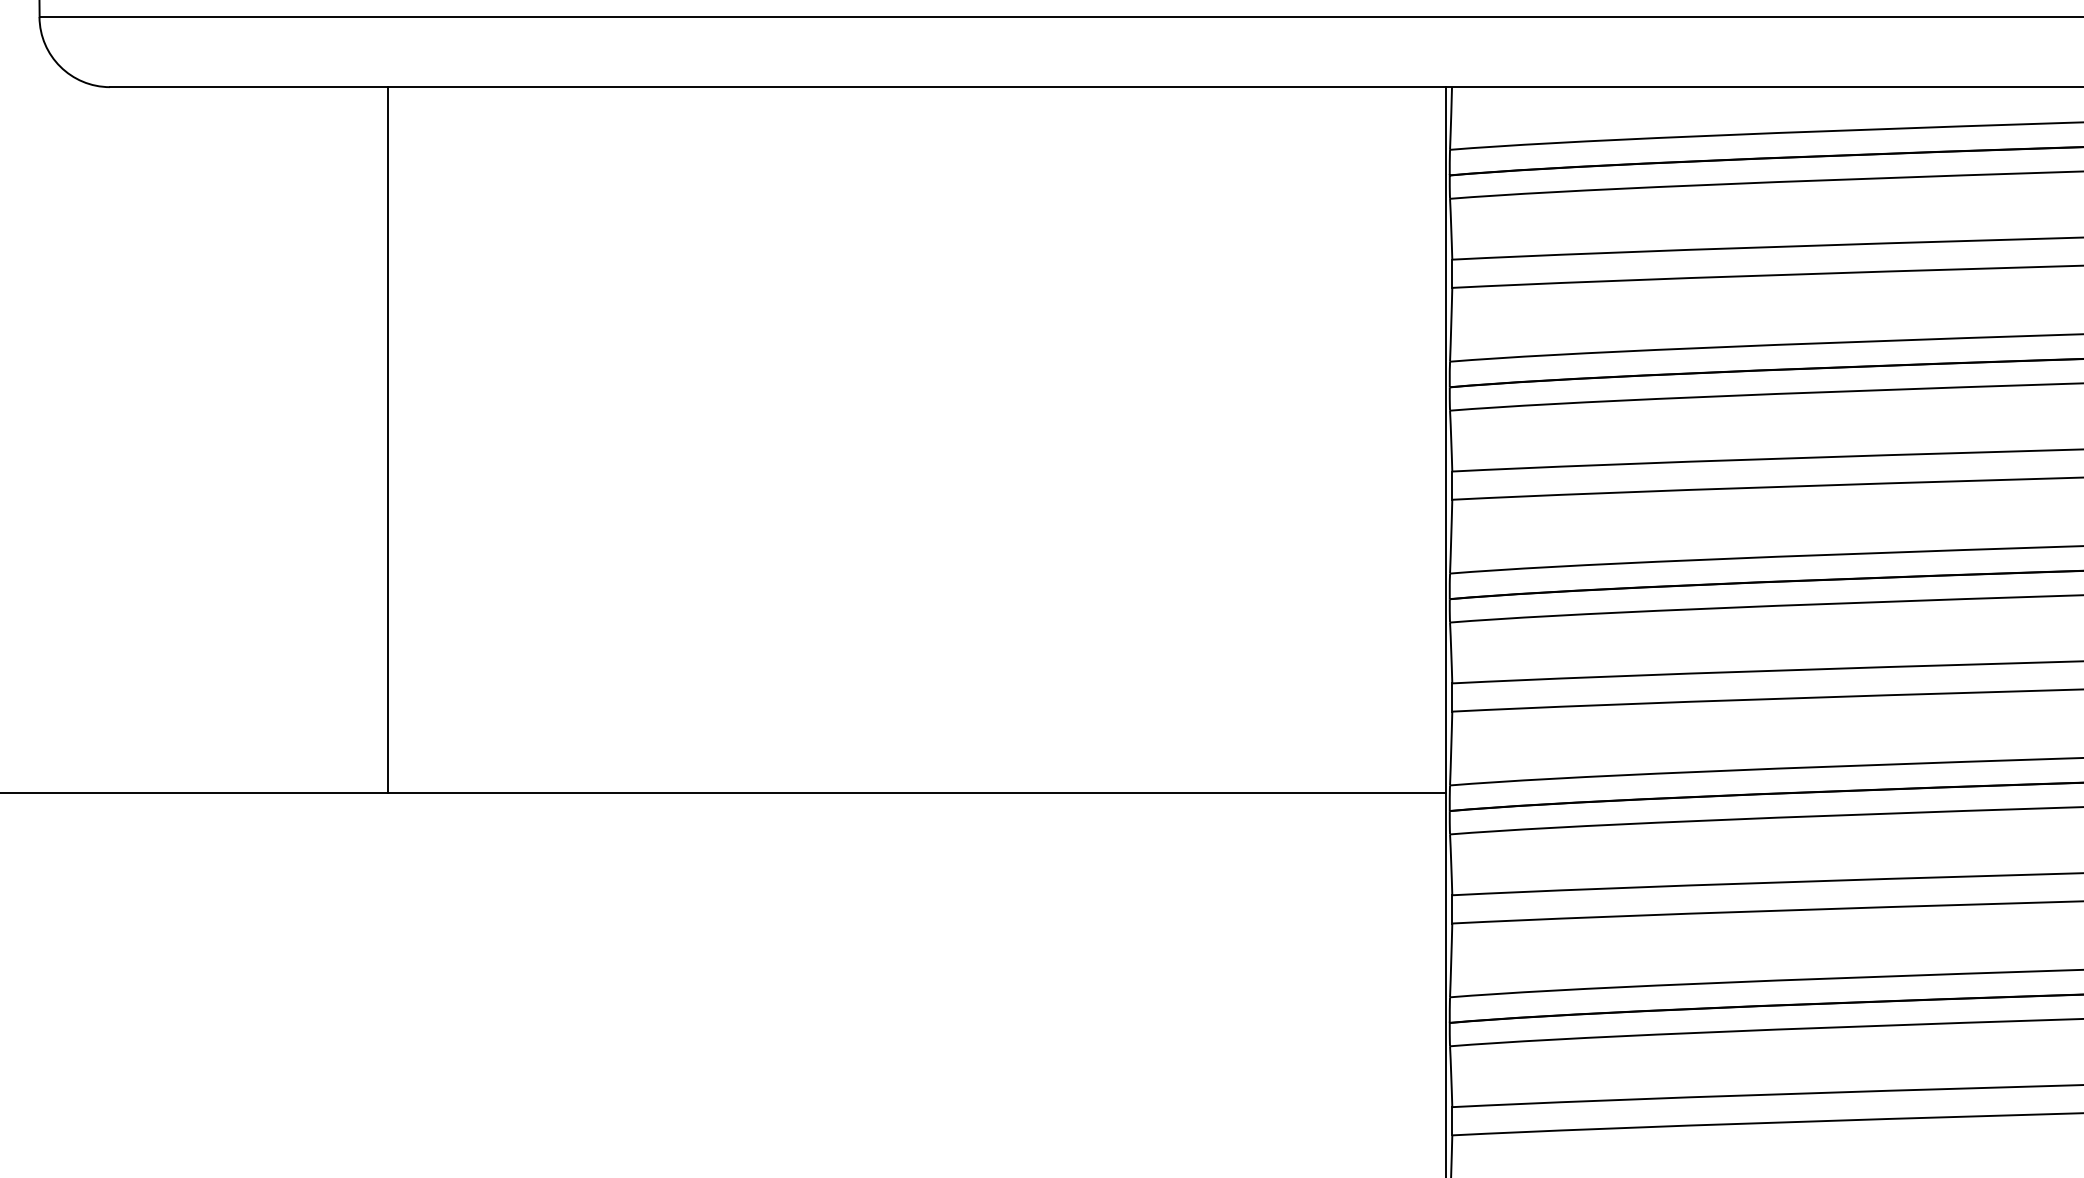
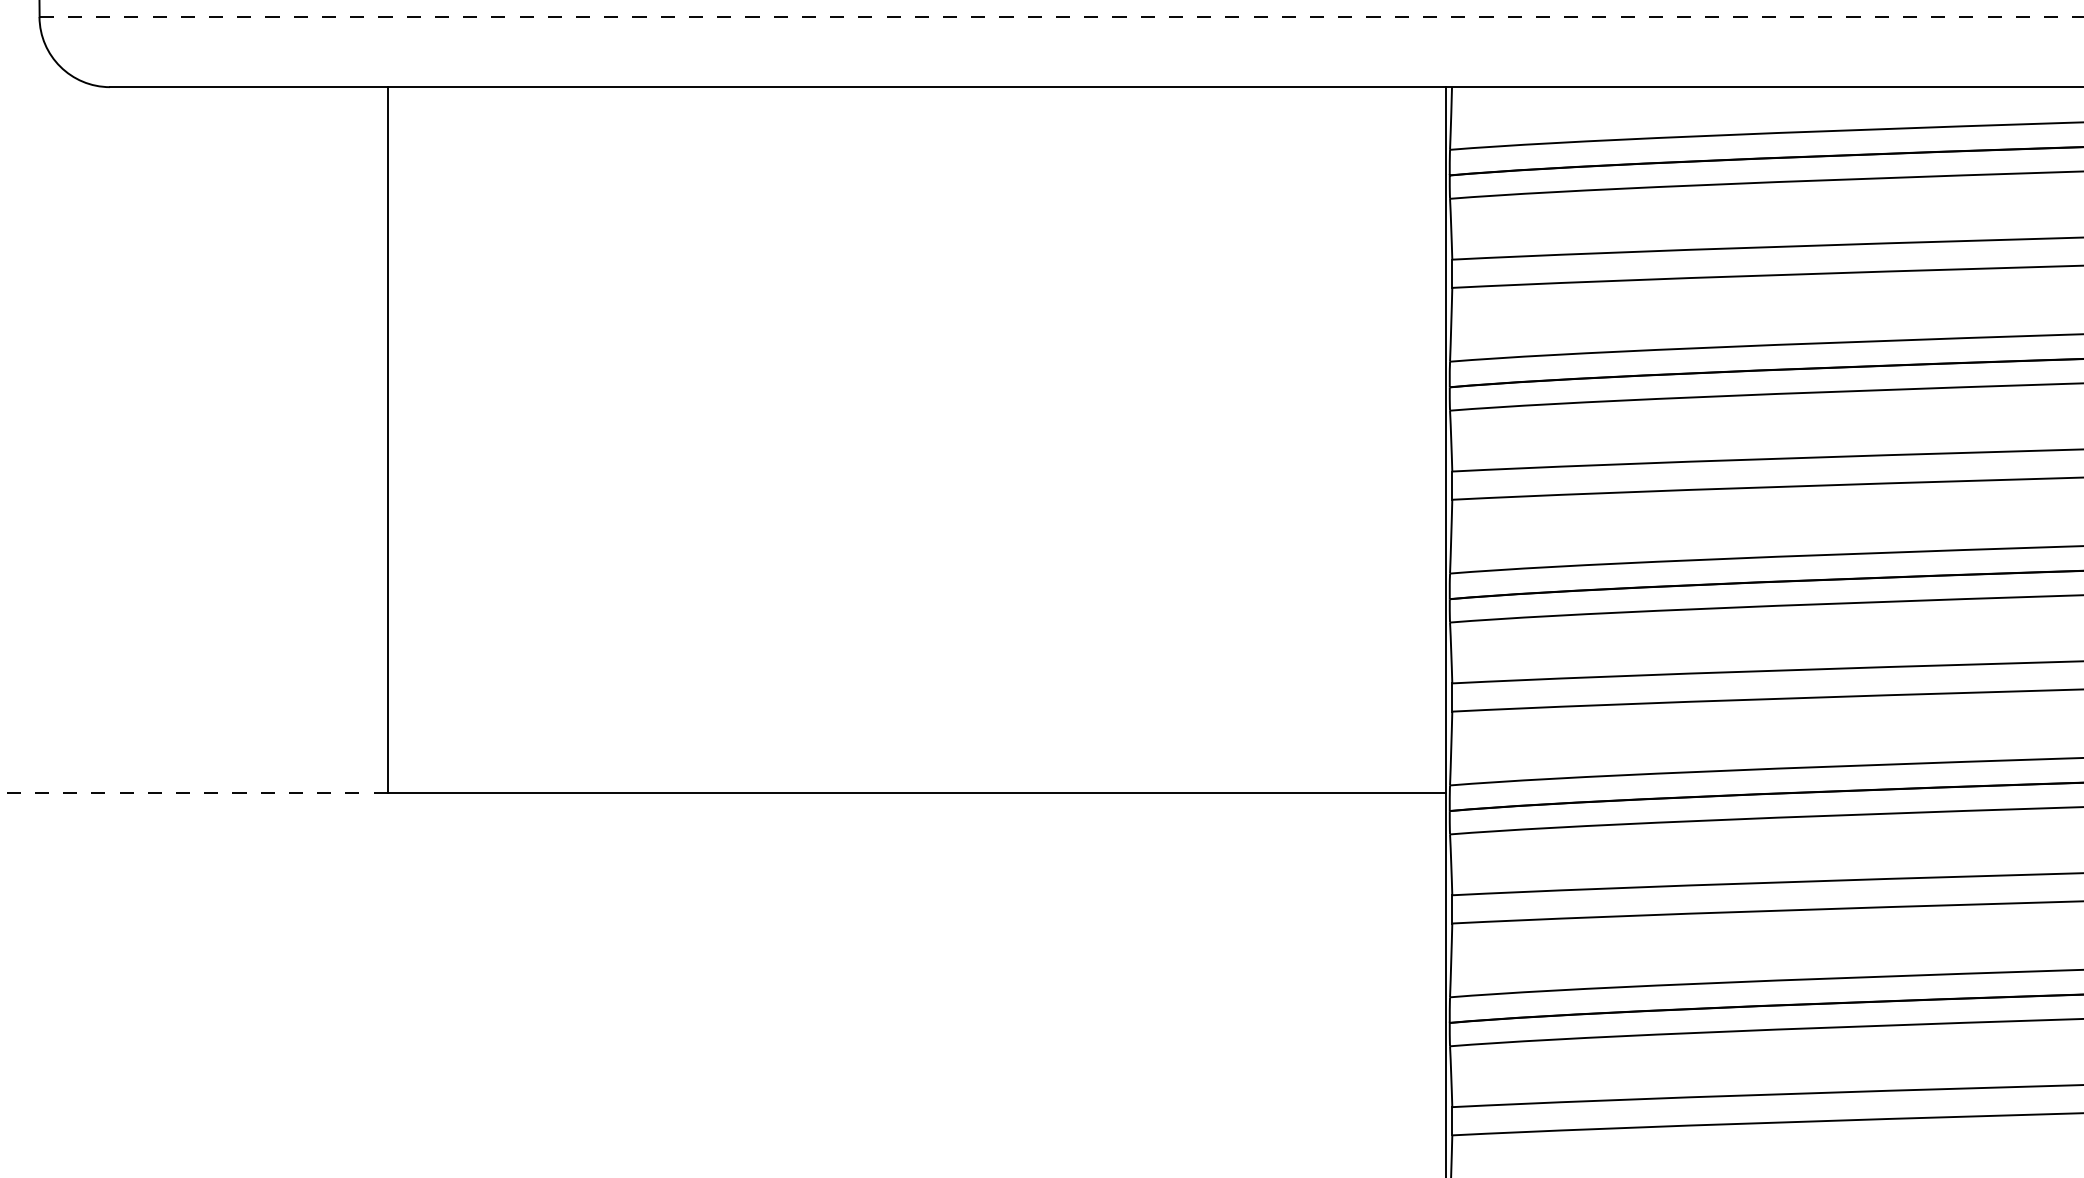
line at (1061, 17): solid -> dashed
line at (193, 792): solid -> dashed
